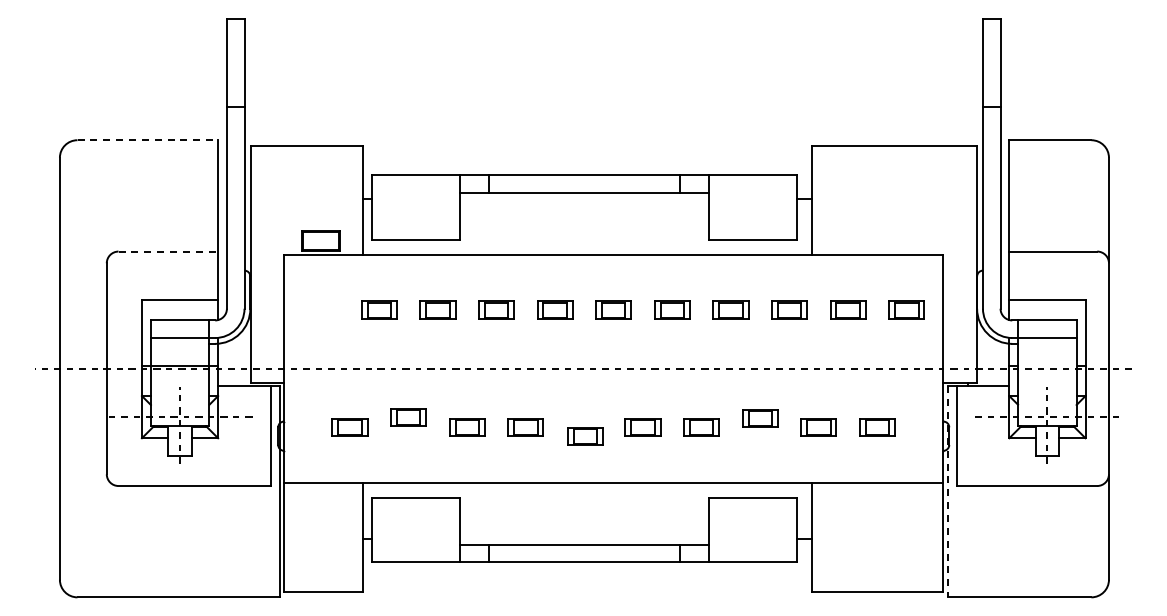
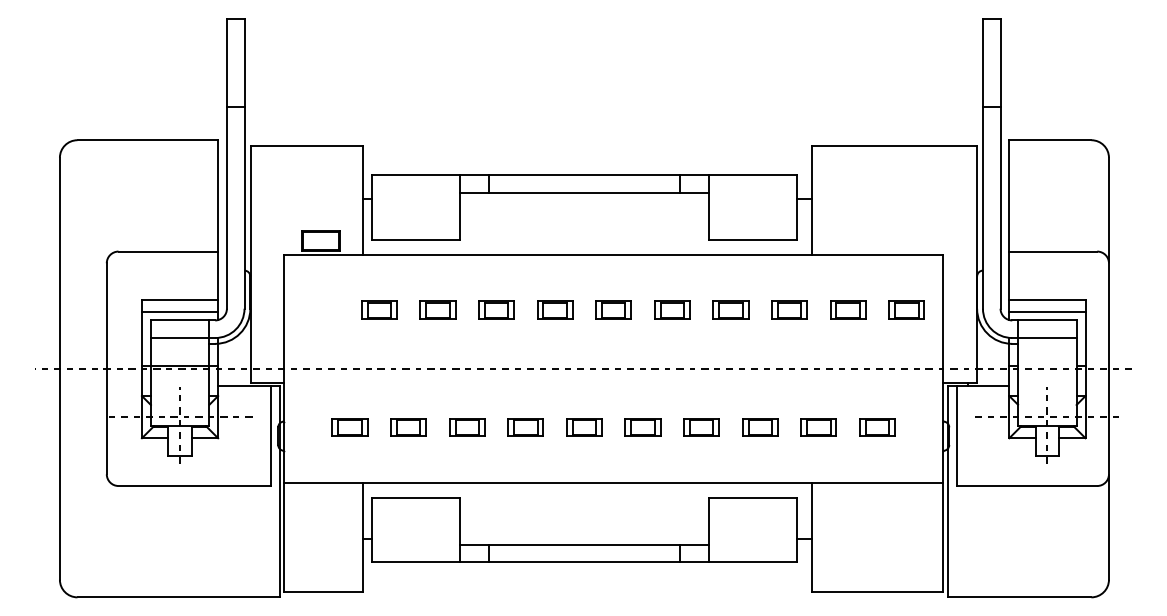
line at (148, 140): dashed -> solid
line at (168, 251): dashed -> solid
line at (179, 311): none -> present
line at (1047, 311): none -> present
part at (408, 417) position: (408, 417) -> (408, 427)
part at (760, 418) position: (760, 418) -> (760, 427)
part at (585, 436) position: (585, 436) -> (584, 427)
line at (947, 492): dashed -> solid
